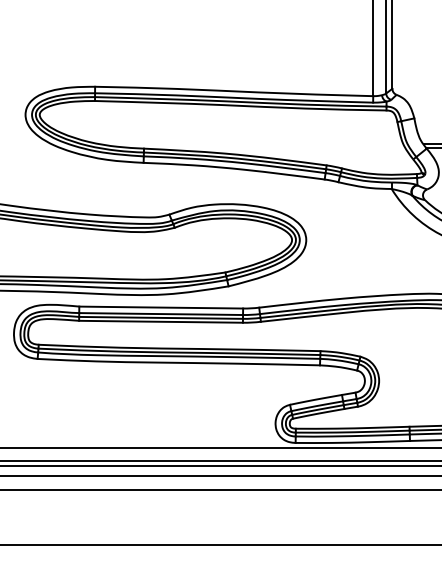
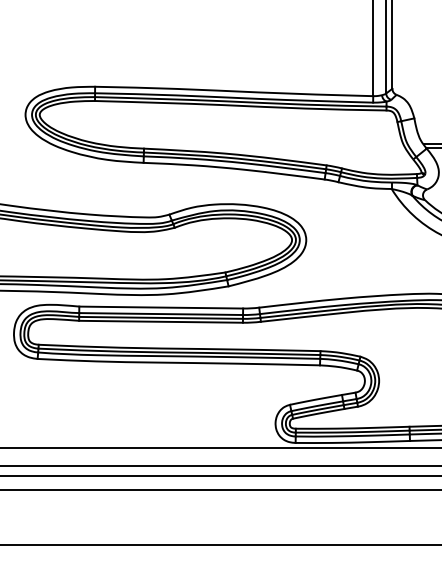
line at (220, 460): present -> none
